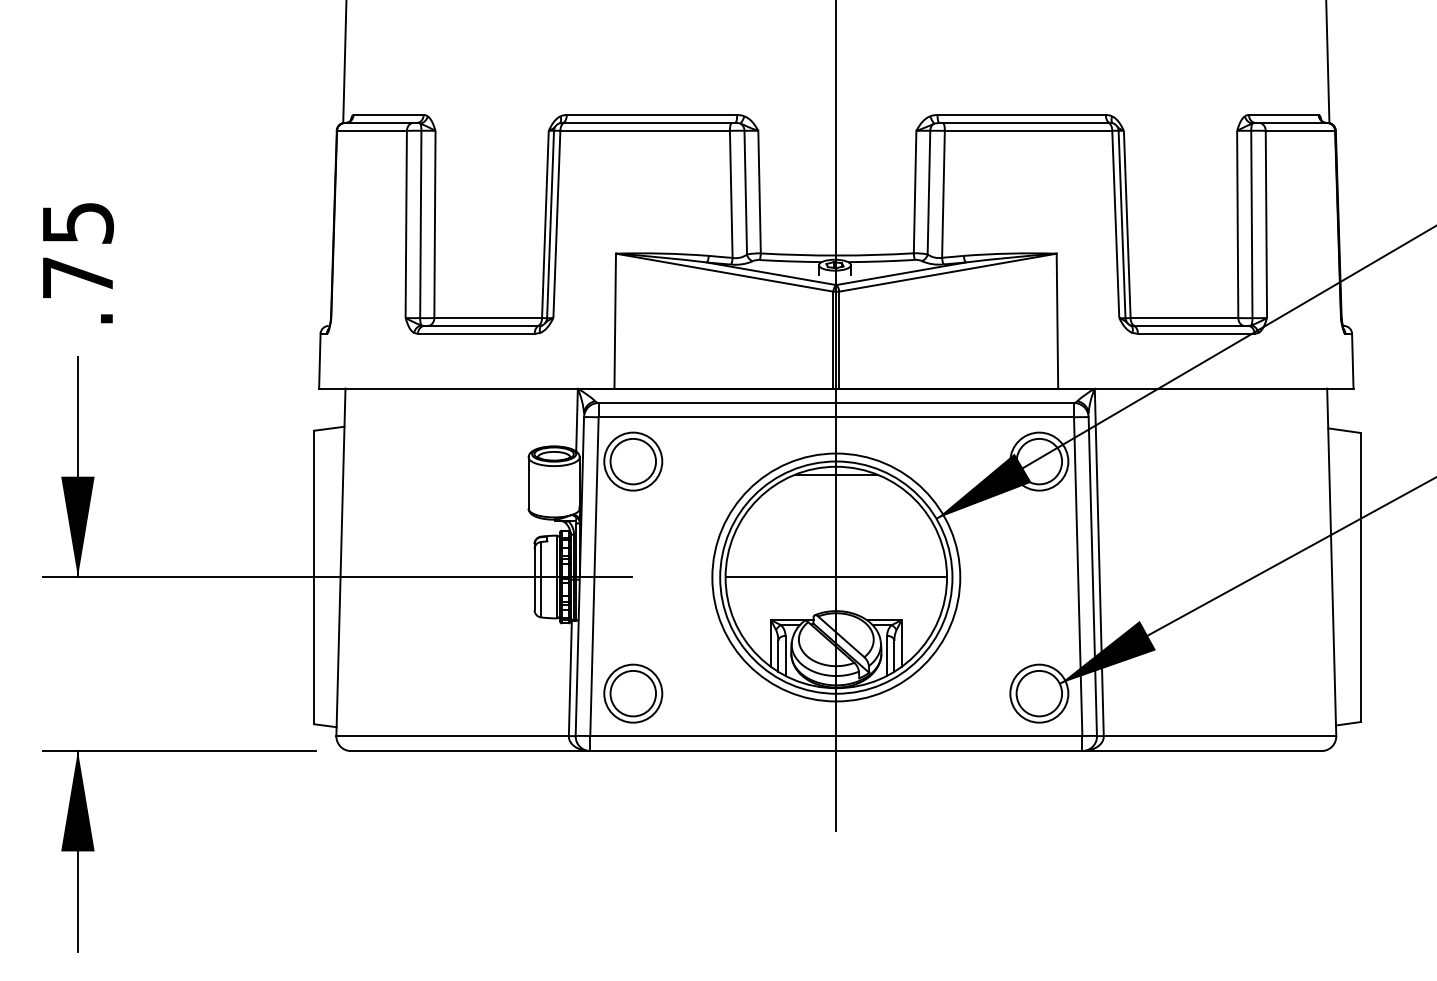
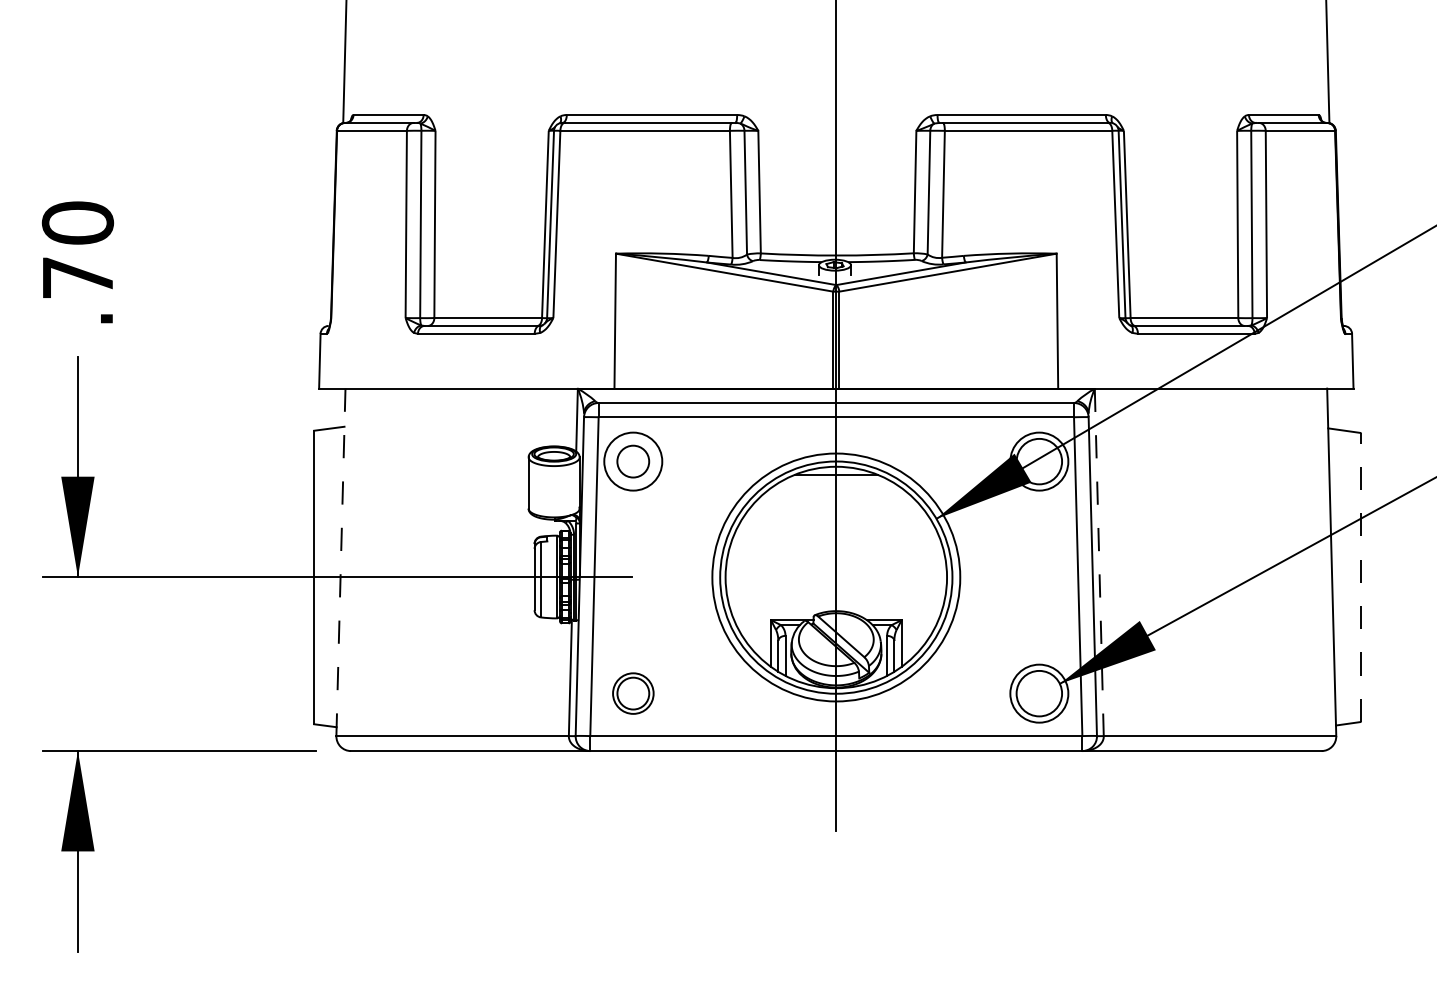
text at (77, 222): .75 -> .70
circle at (633, 461) diameter: 45 px -> 32 px
line at (340, 562): solid -> dashed
line at (1099, 562): solid -> dashed
line at (835, 577): present -> none
line at (1360, 577): solid -> dashed
part at (633, 693) size: 61x61 px -> 43x43 px
